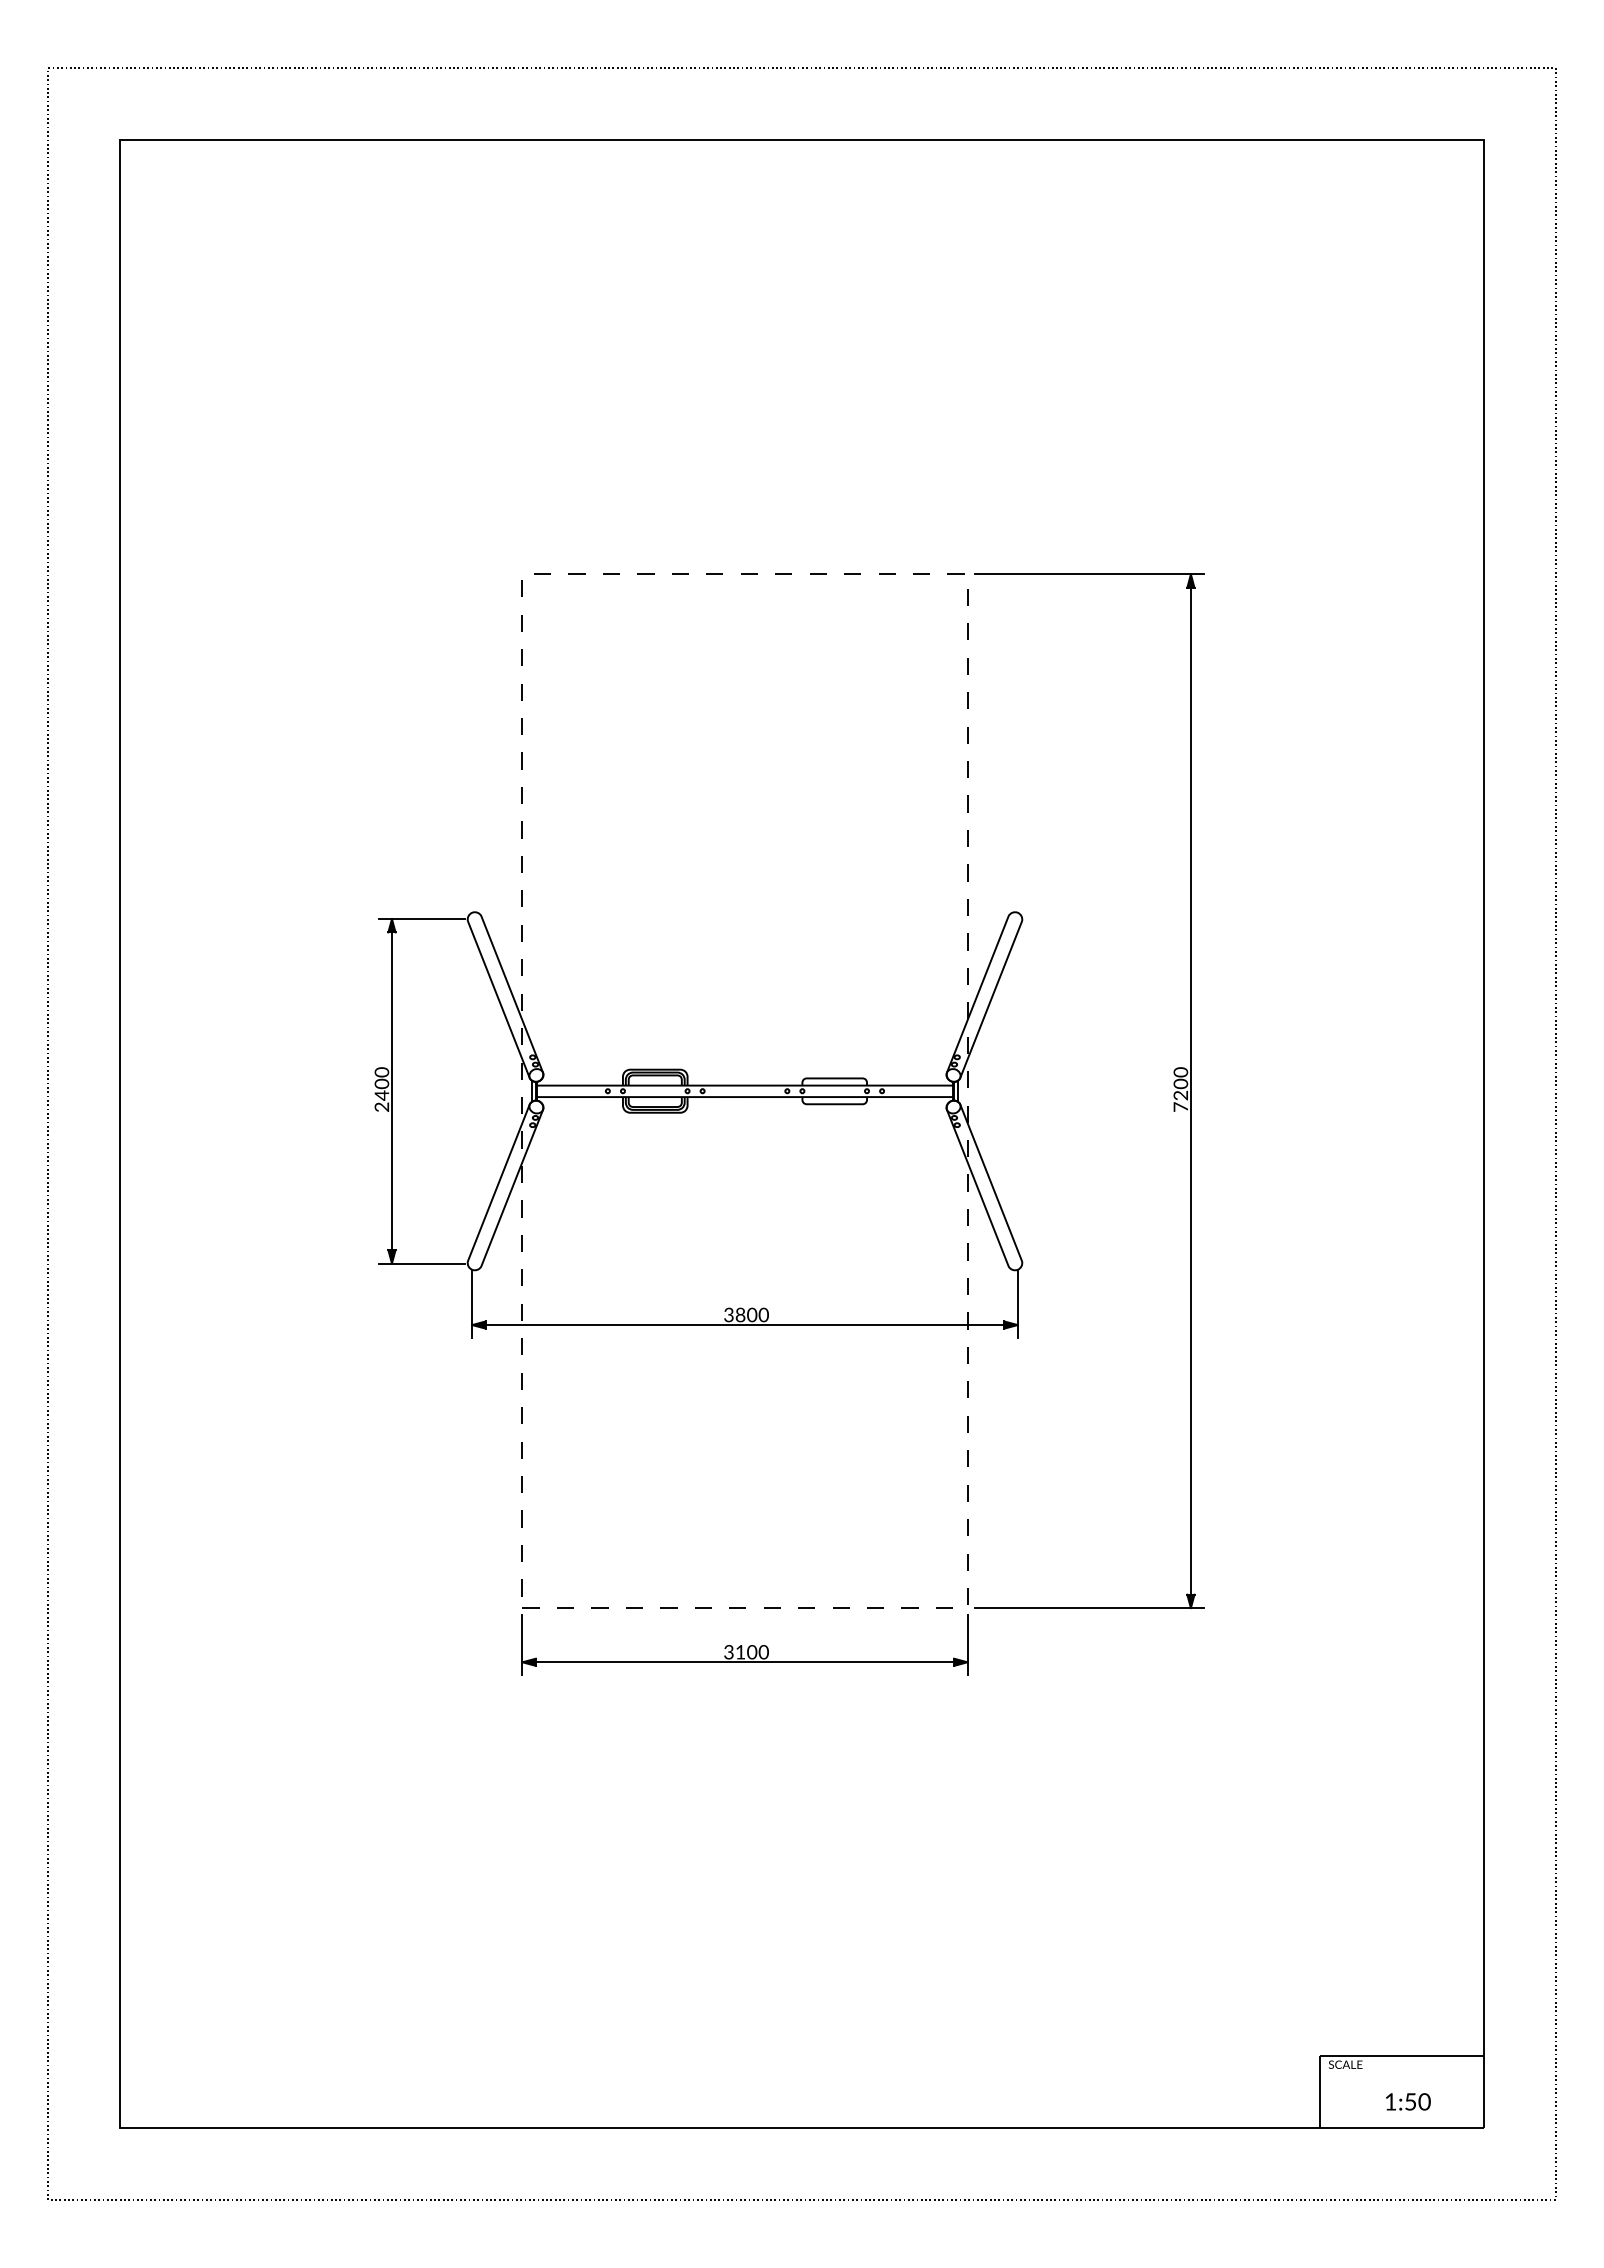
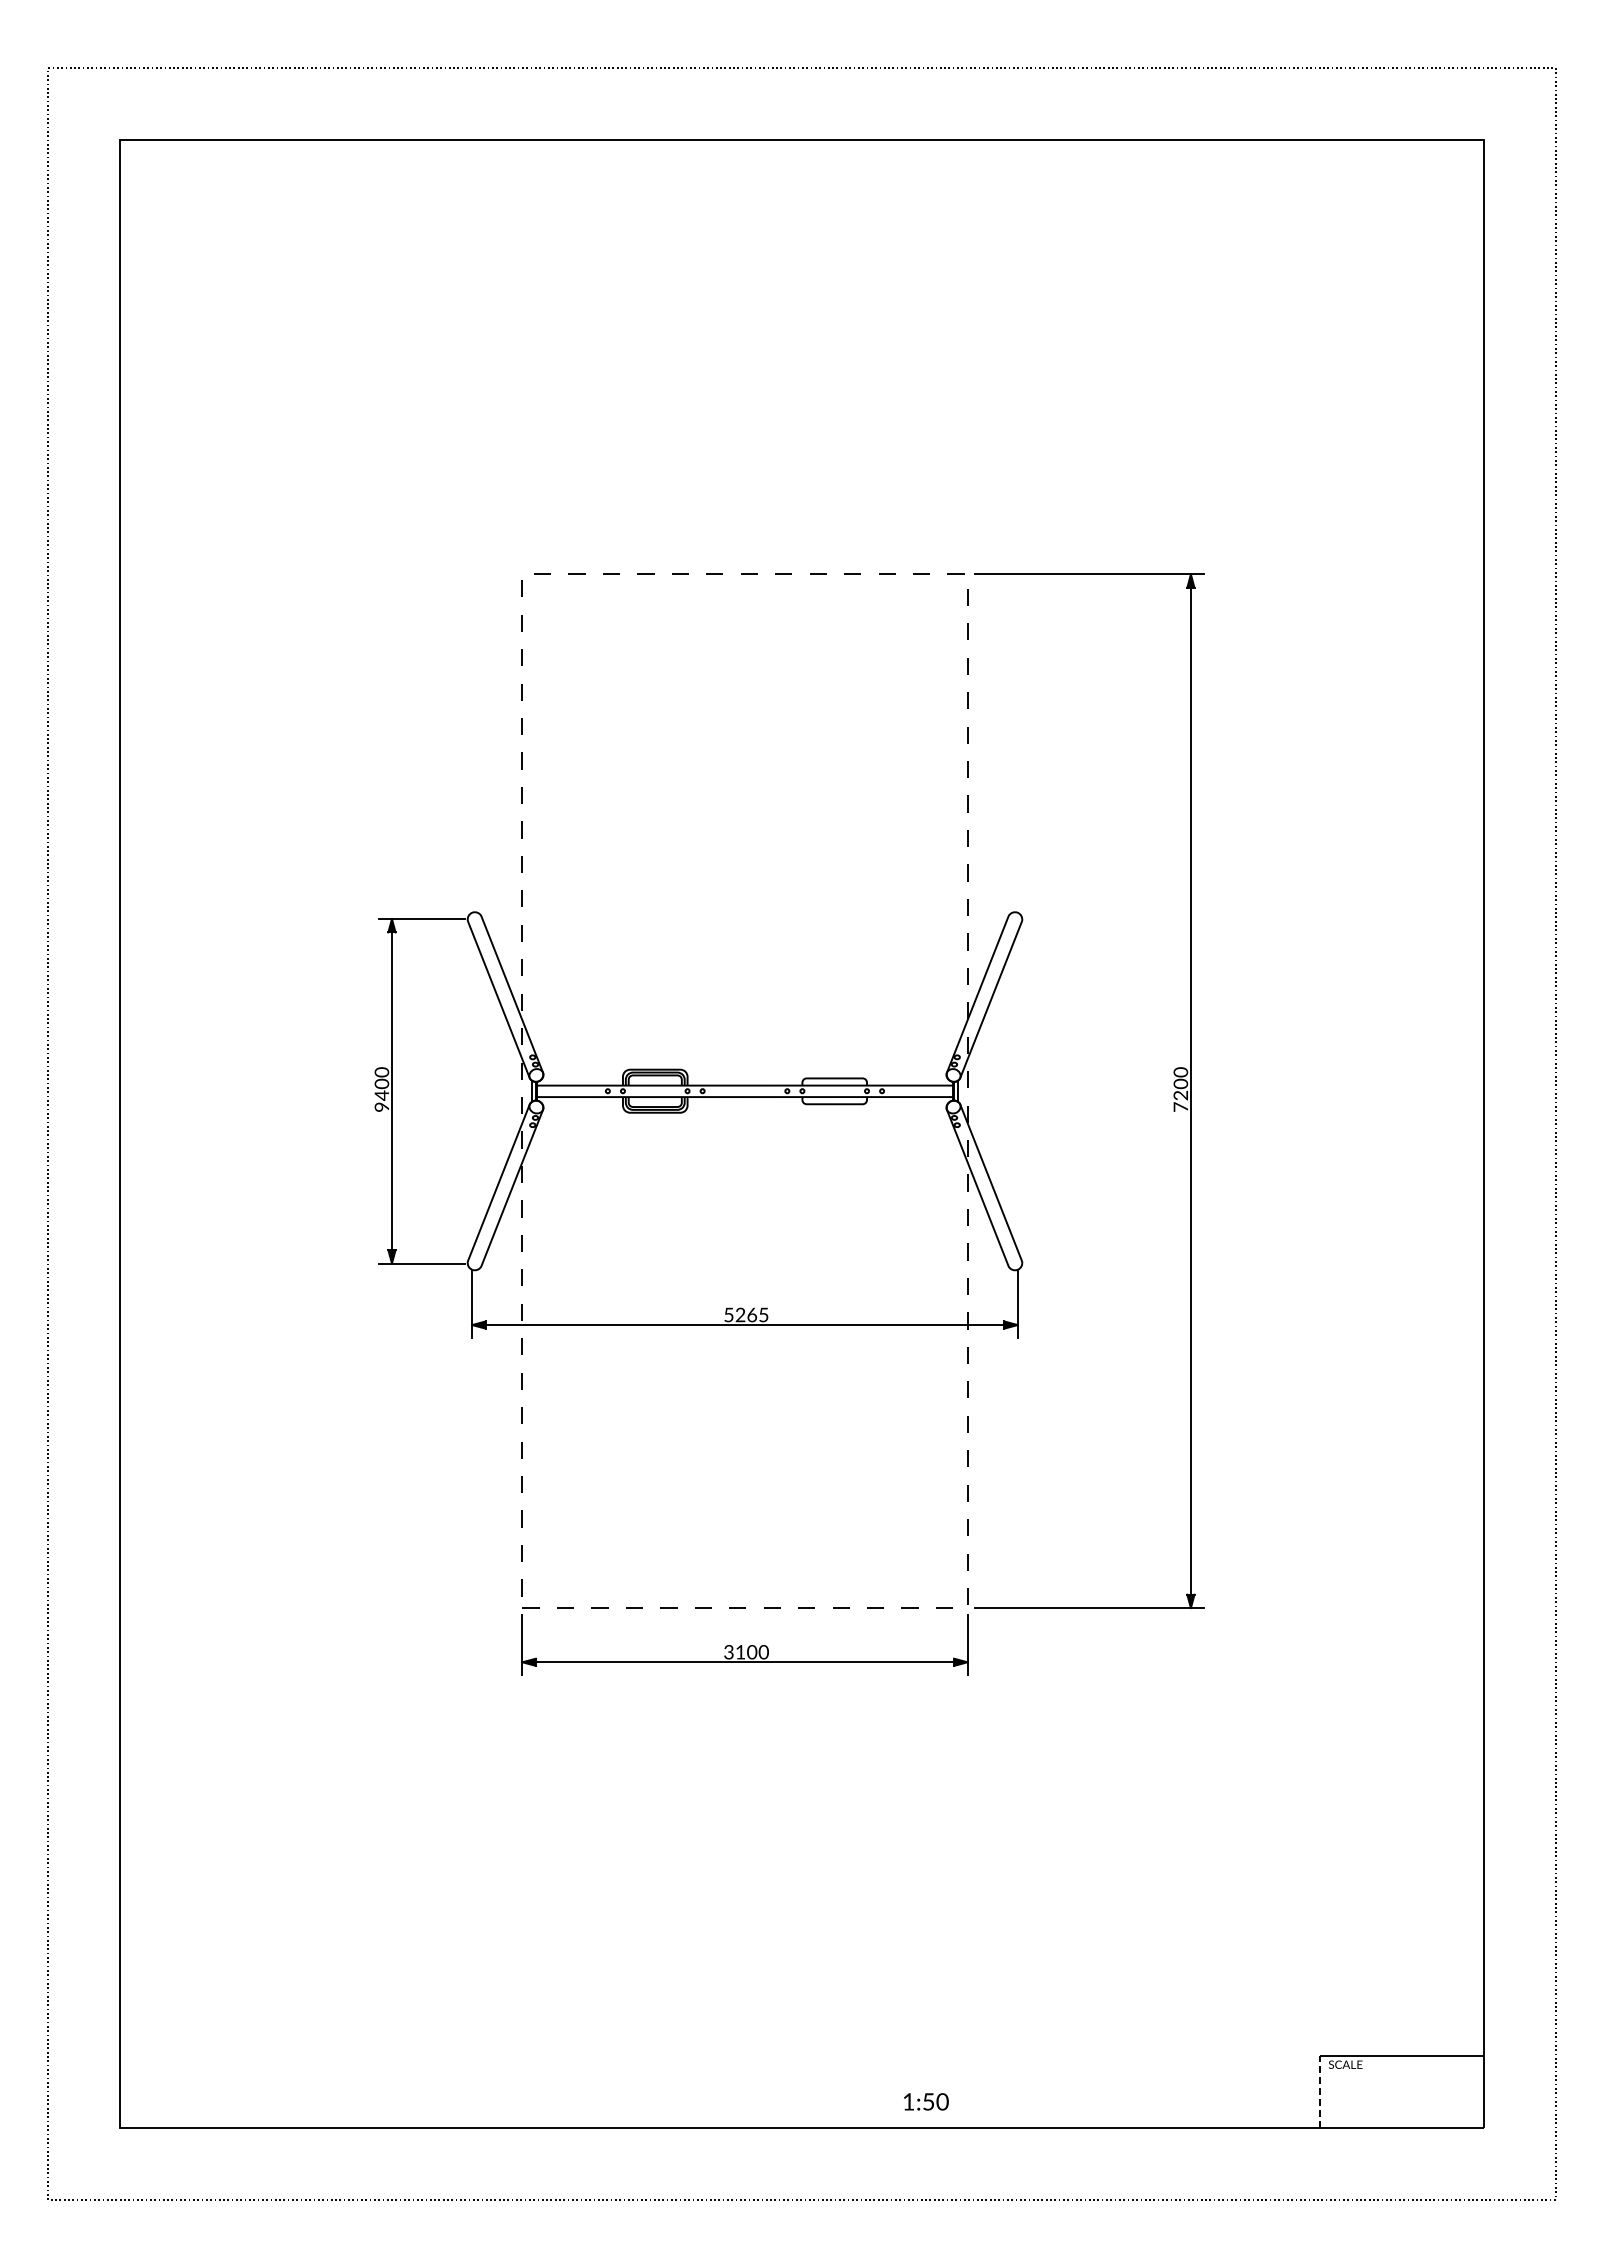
text at (382, 1106): 2400 -> 9400
text at (746, 1314): 3800 -> 5265
line at (1320, 2092): solid -> dashed
text at (1408, 2101) position: (1408, 2101) -> (926, 2101)
